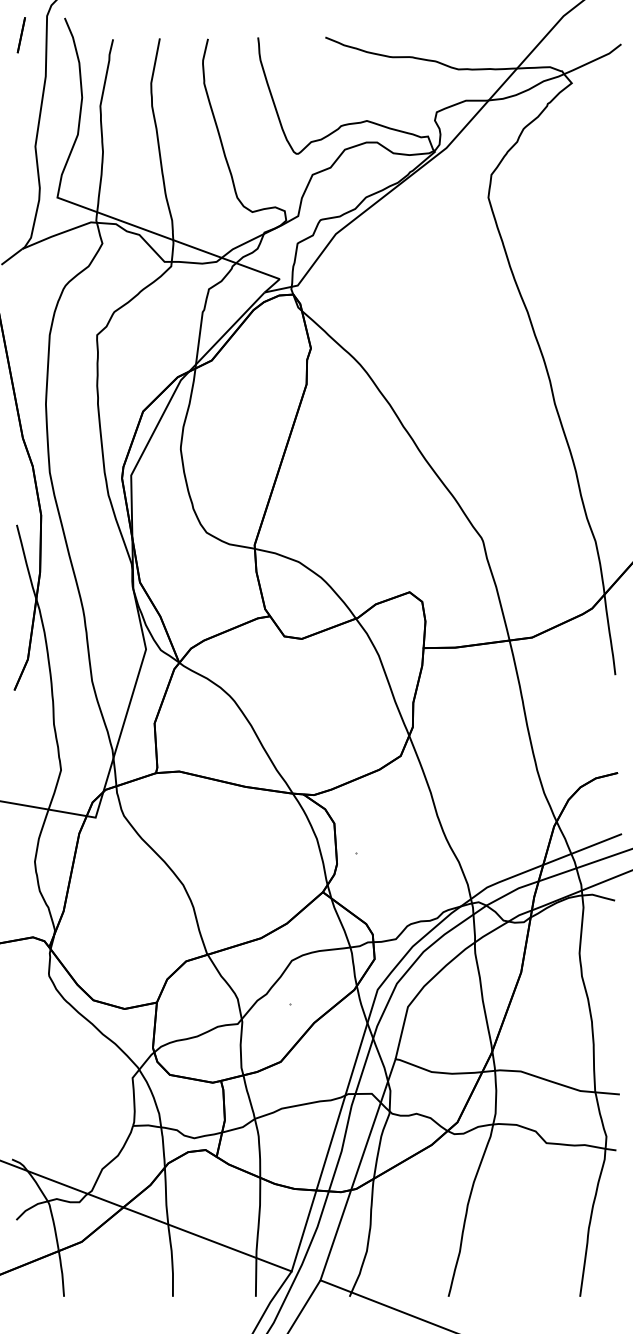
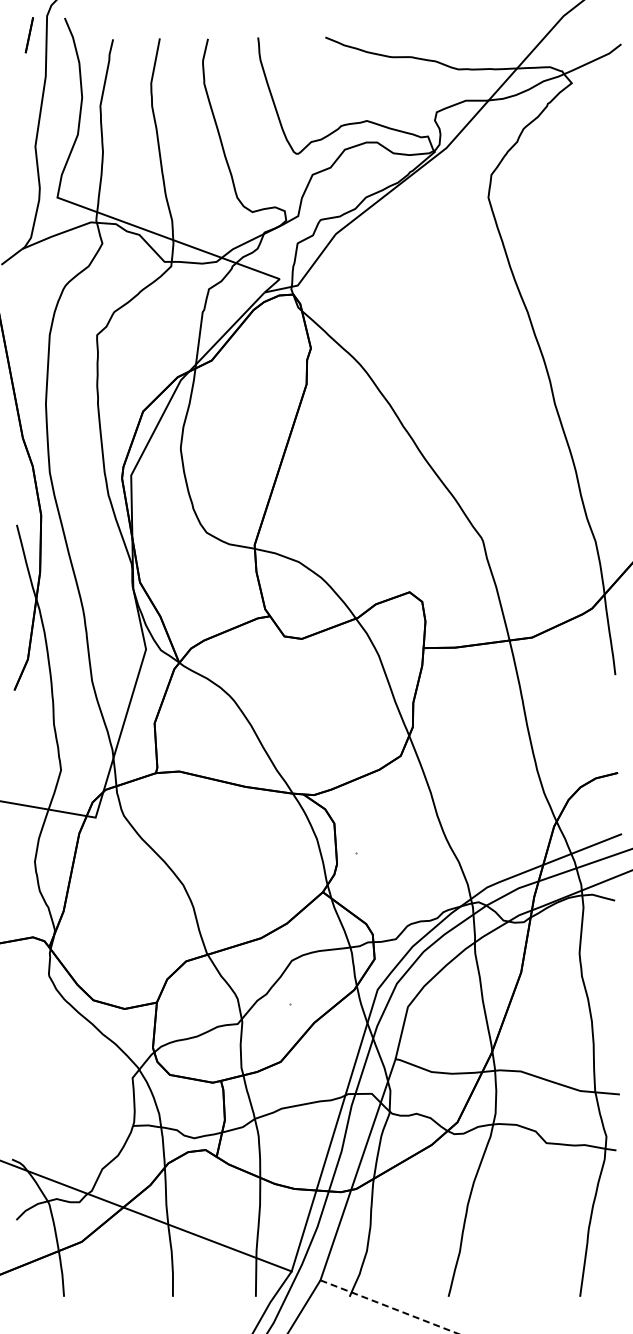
line at (20, 35) position: (20, 35) -> (28, 35)
line at (389, 1307): solid -> dashed
